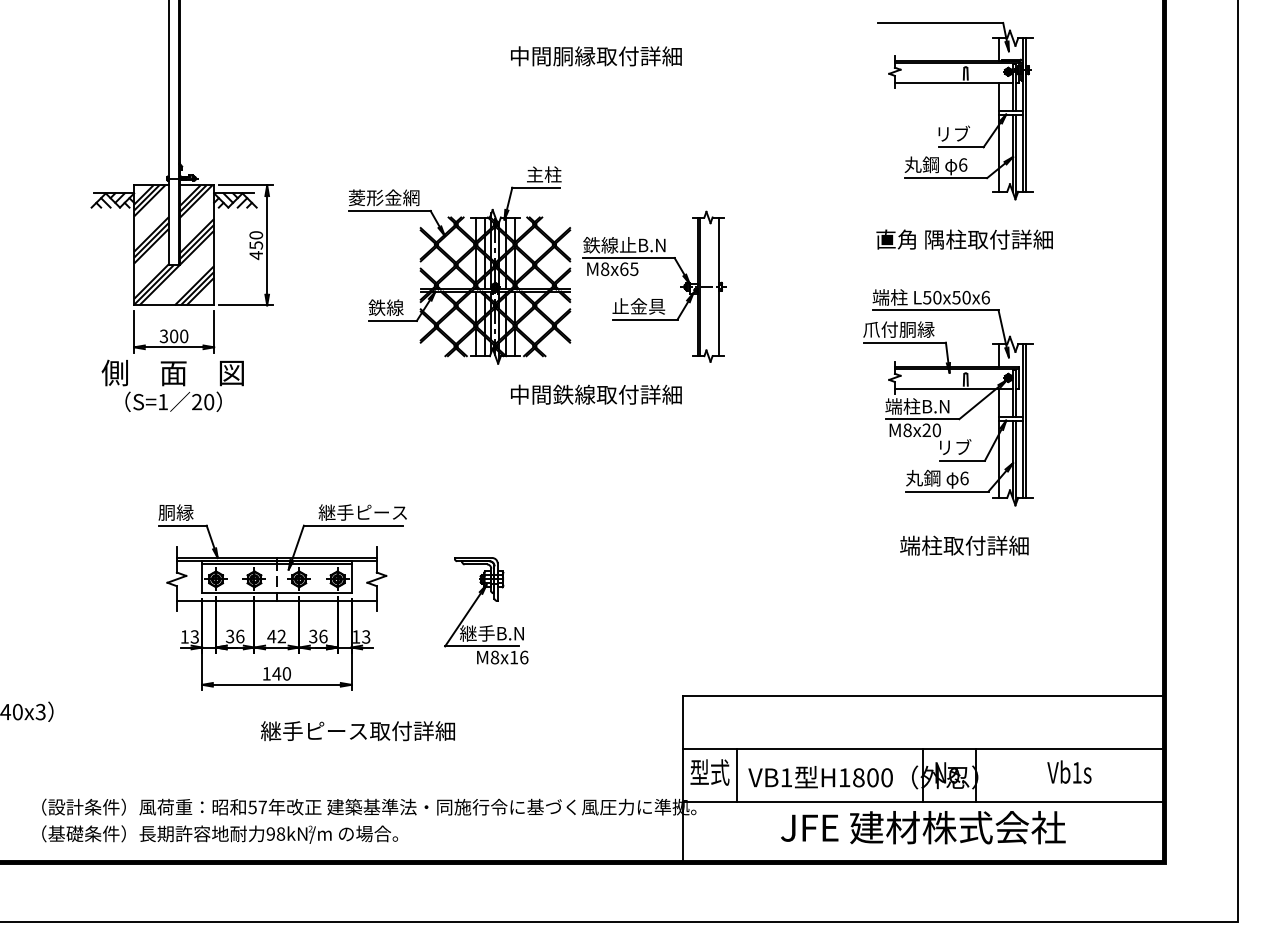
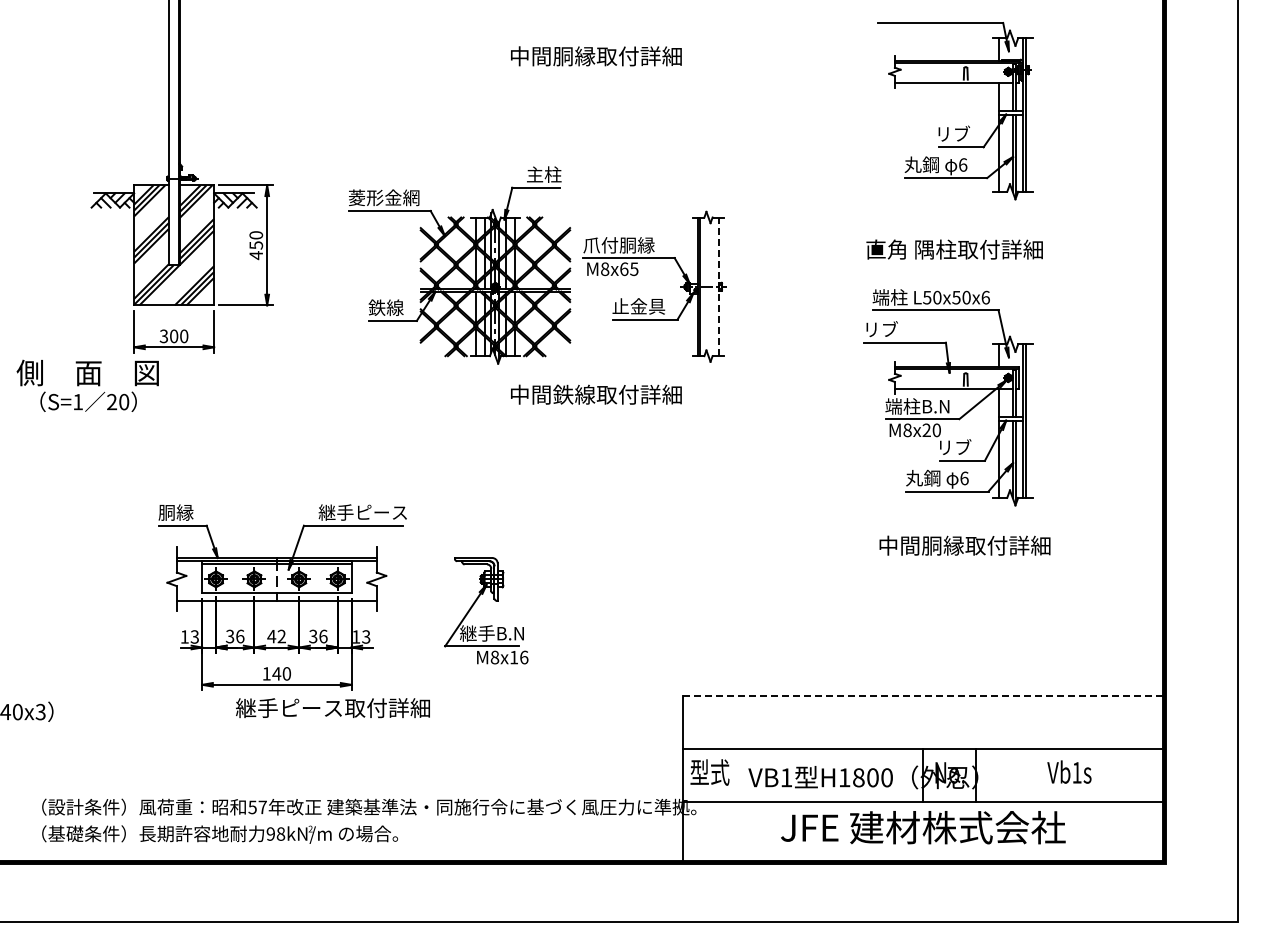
text at (964, 239) position: (964, 239) -> (954, 249)
text at (624, 245): 鉄線止B.N -> 爪付胴縁
line at (719, 286): solid -> dashed
text at (898, 329): 爪付胴縁 -> リブ
text at (172, 385) position: (172, 385) -> (87, 385)
text at (964, 545): 端柱取付詳細 -> 中間胴縁取付詳細
line at (923, 695): solid -> dashed
text at (357, 731) position: (357, 731) -> (332, 708)
line at (736, 775): present -> none
